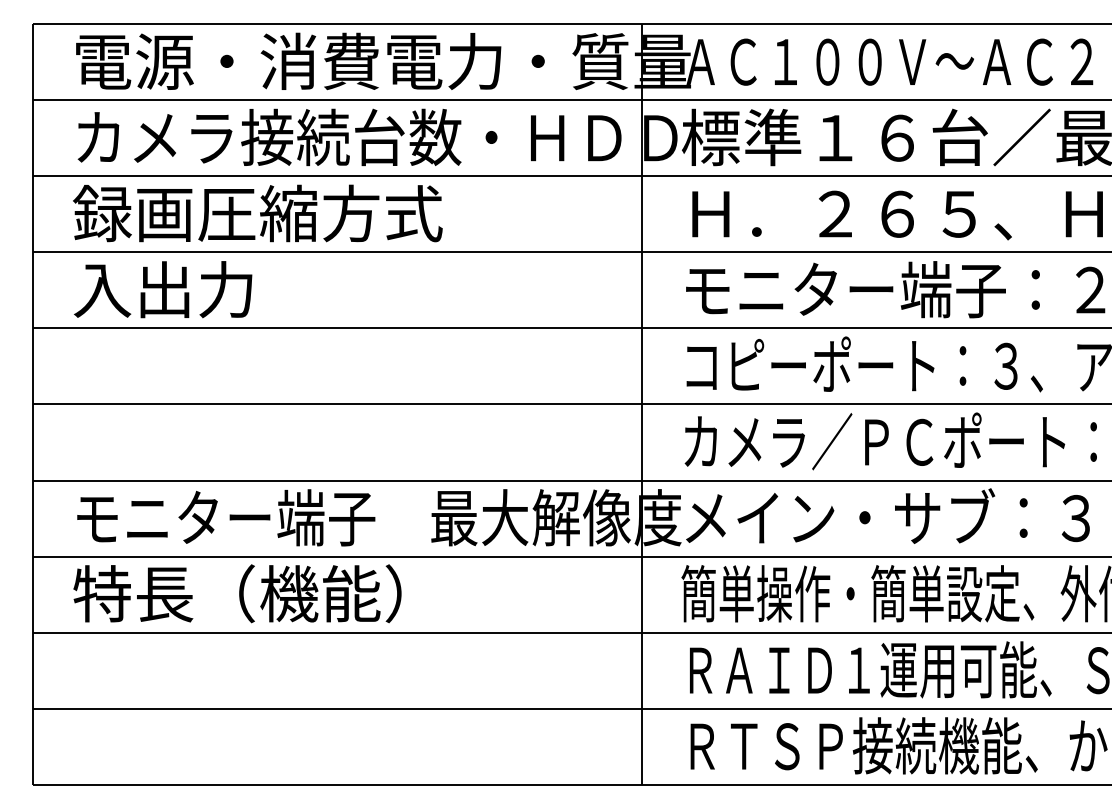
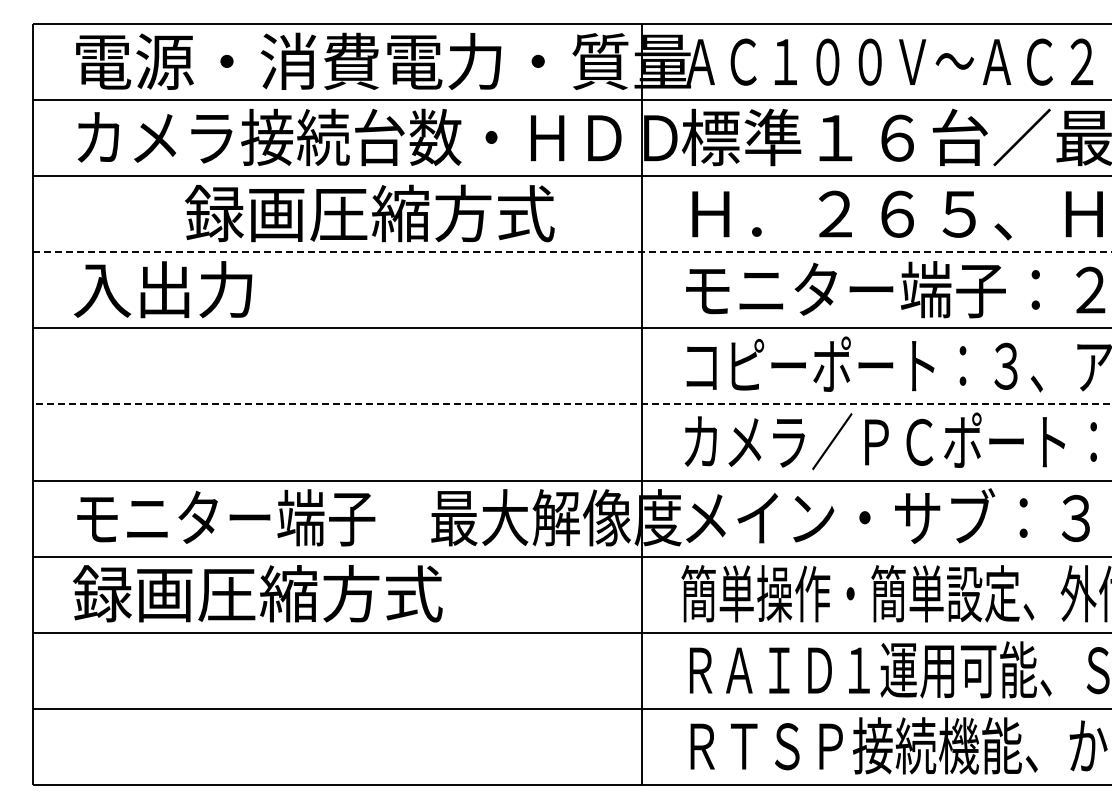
text at (257, 213) position: (257, 213) -> (369, 213)
line at (573, 252): solid -> dashed
line at (572, 404): solid -> dashed
text at (257, 593): 特長（機能） -> 録画圧縮方式
